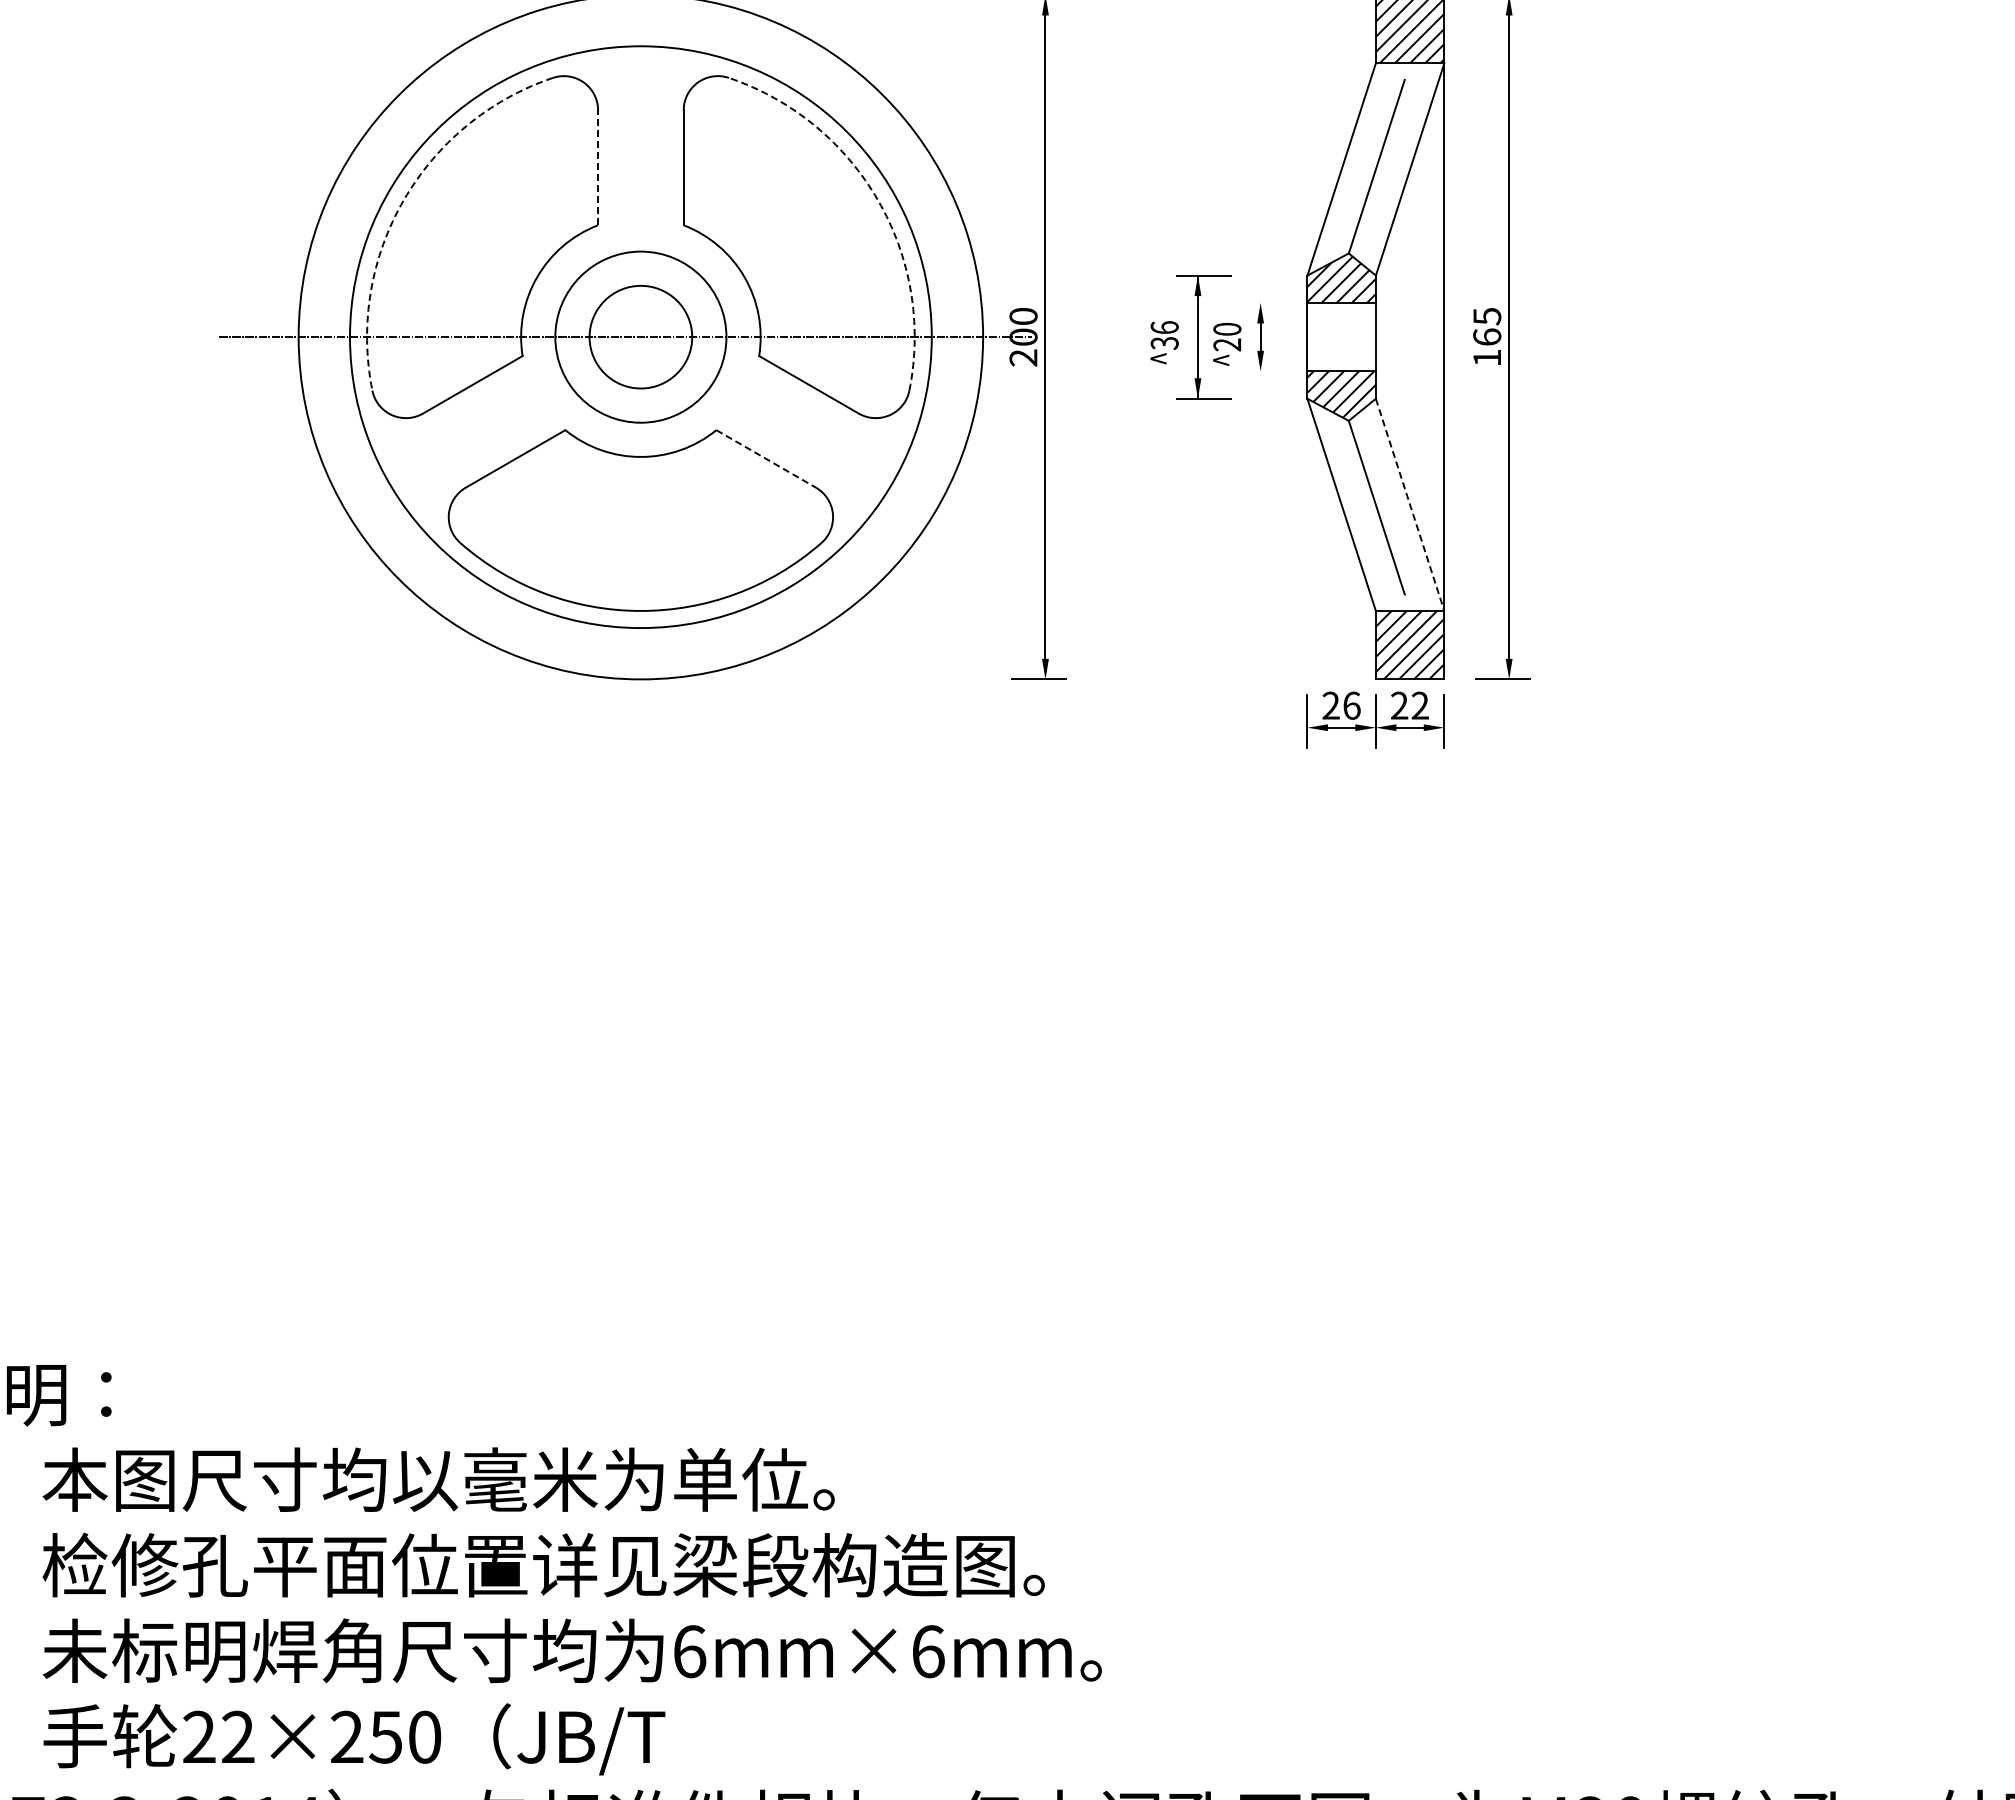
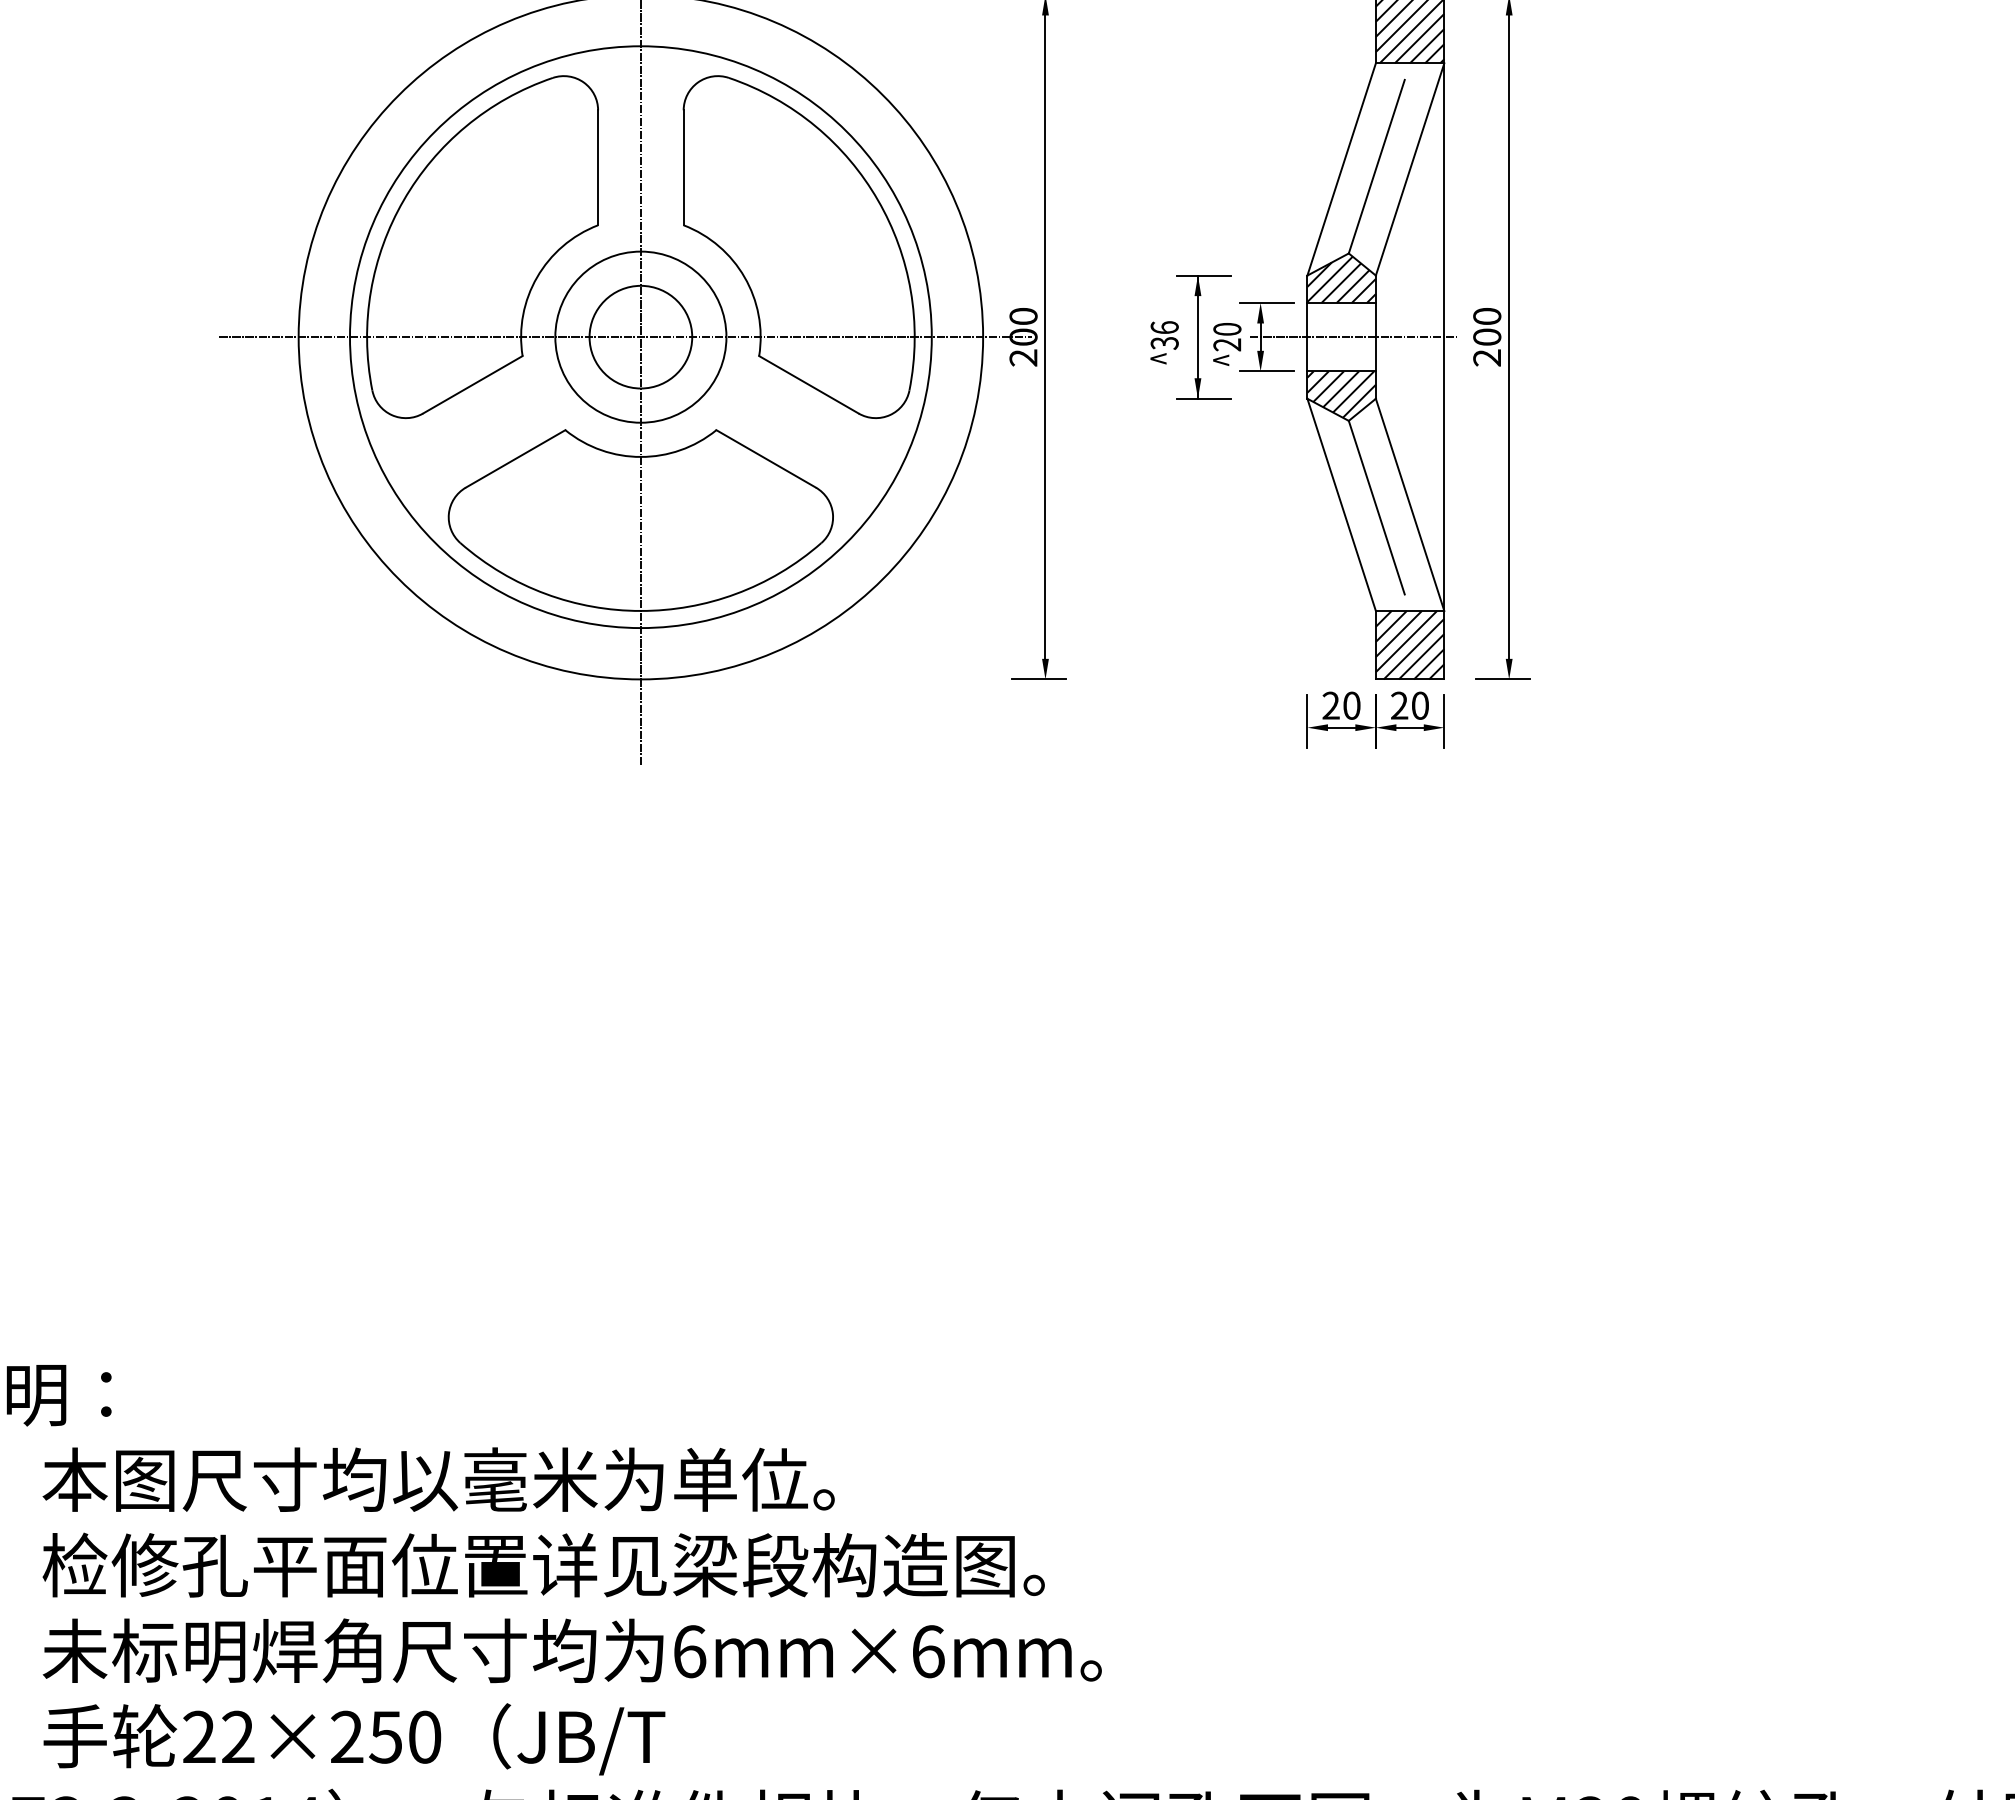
line at (598, 167): dashed -> solid
arc at (403, 200): dashed -> solid
arc at (878, 200): dashed -> solid
line at (1266, 302): none -> present
line at (1354, 337): none -> present
text at (1487, 337): 165 -> 200
line at (1266, 371): none -> present
line at (640, 383): none -> present
line at (766, 459): dashed -> solid
line at (1410, 505): dashed -> solid
text at (1351, 705): 26 -> 20
text at (1419, 705): 22 -> 20
